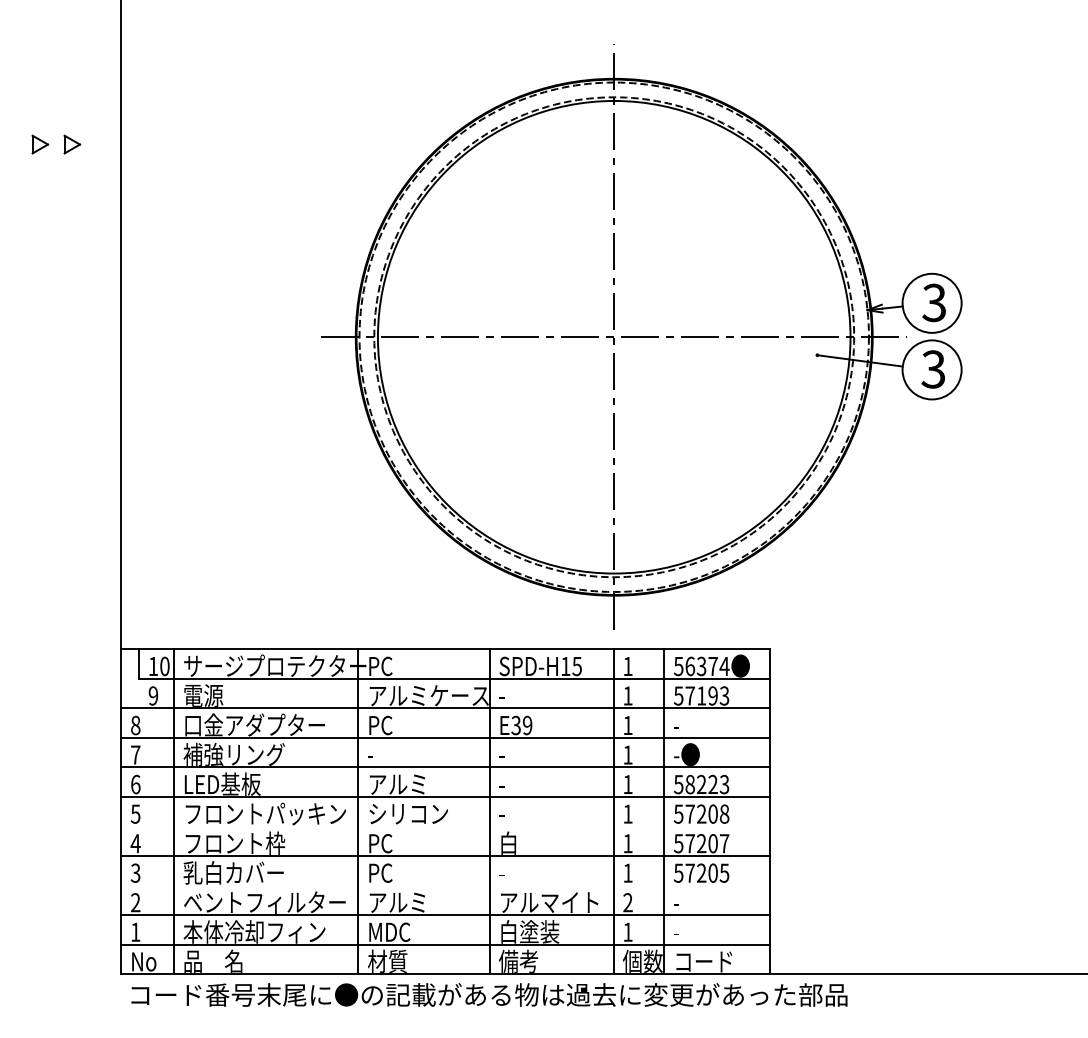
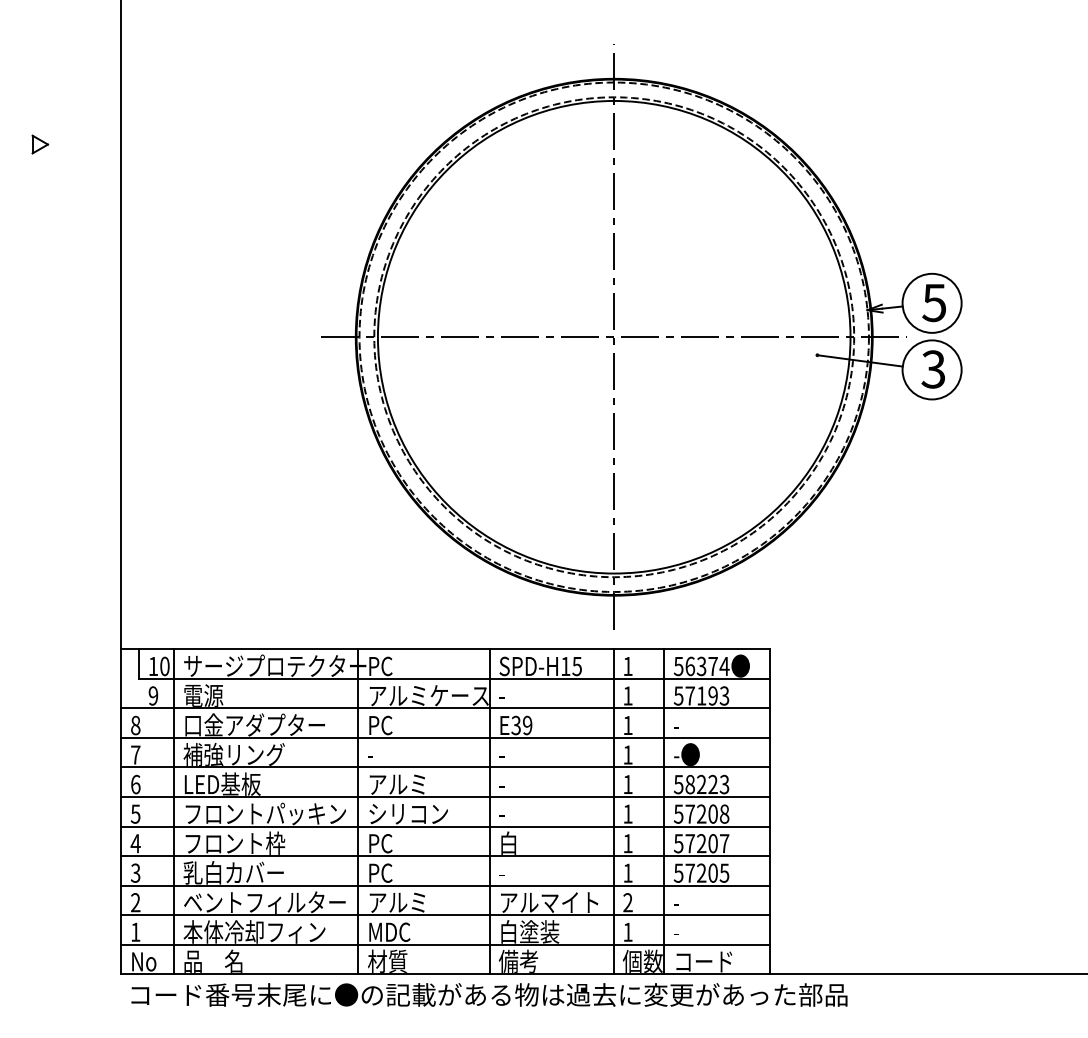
part at (72, 144): present -> none
text at (933, 302): 3 -> 5
line at (445, 826): none -> present
line at (445, 885): none -> present
